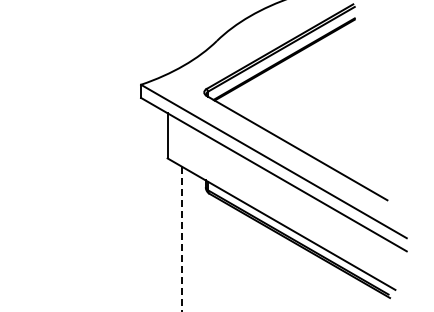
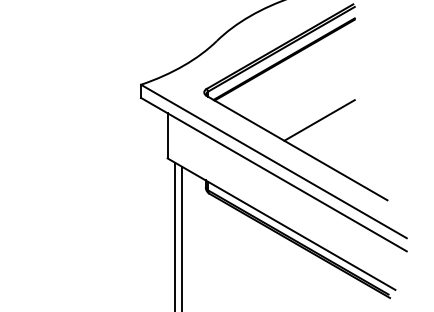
line at (319, 120): none -> present
line at (174, 235): none -> present
line at (182, 239): dashed -> solid
